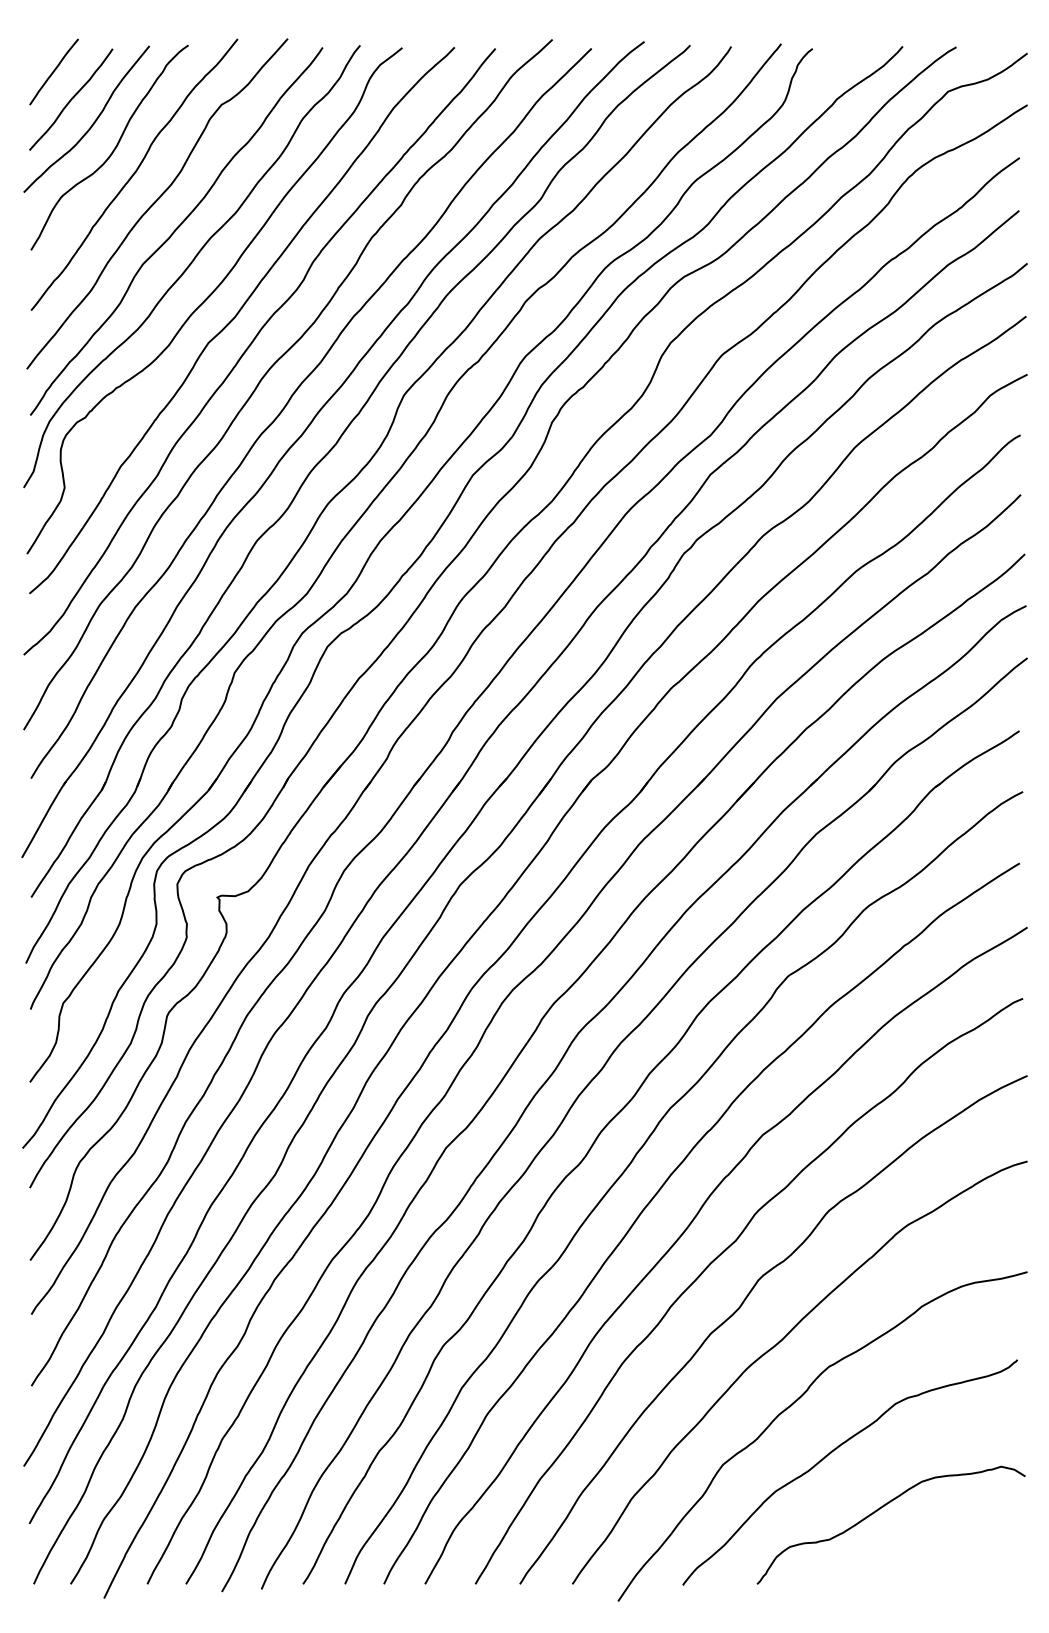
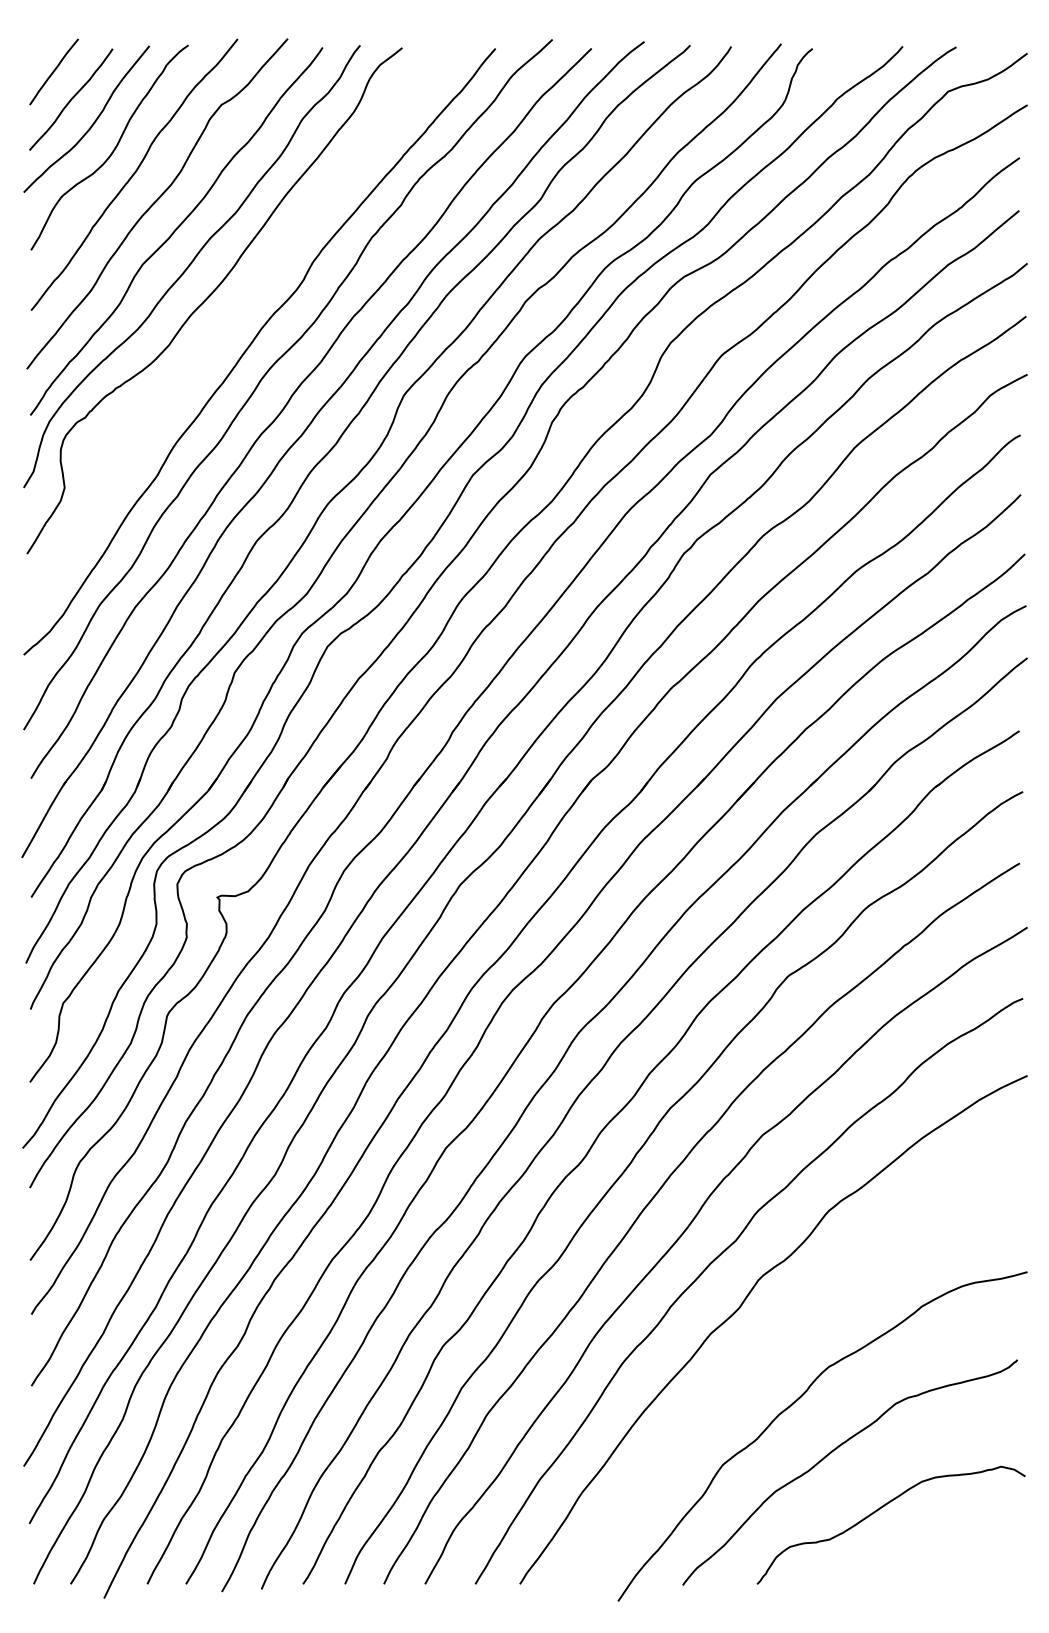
curve at (237, 315): present -> none
curve at (777, 1345): present -> none
